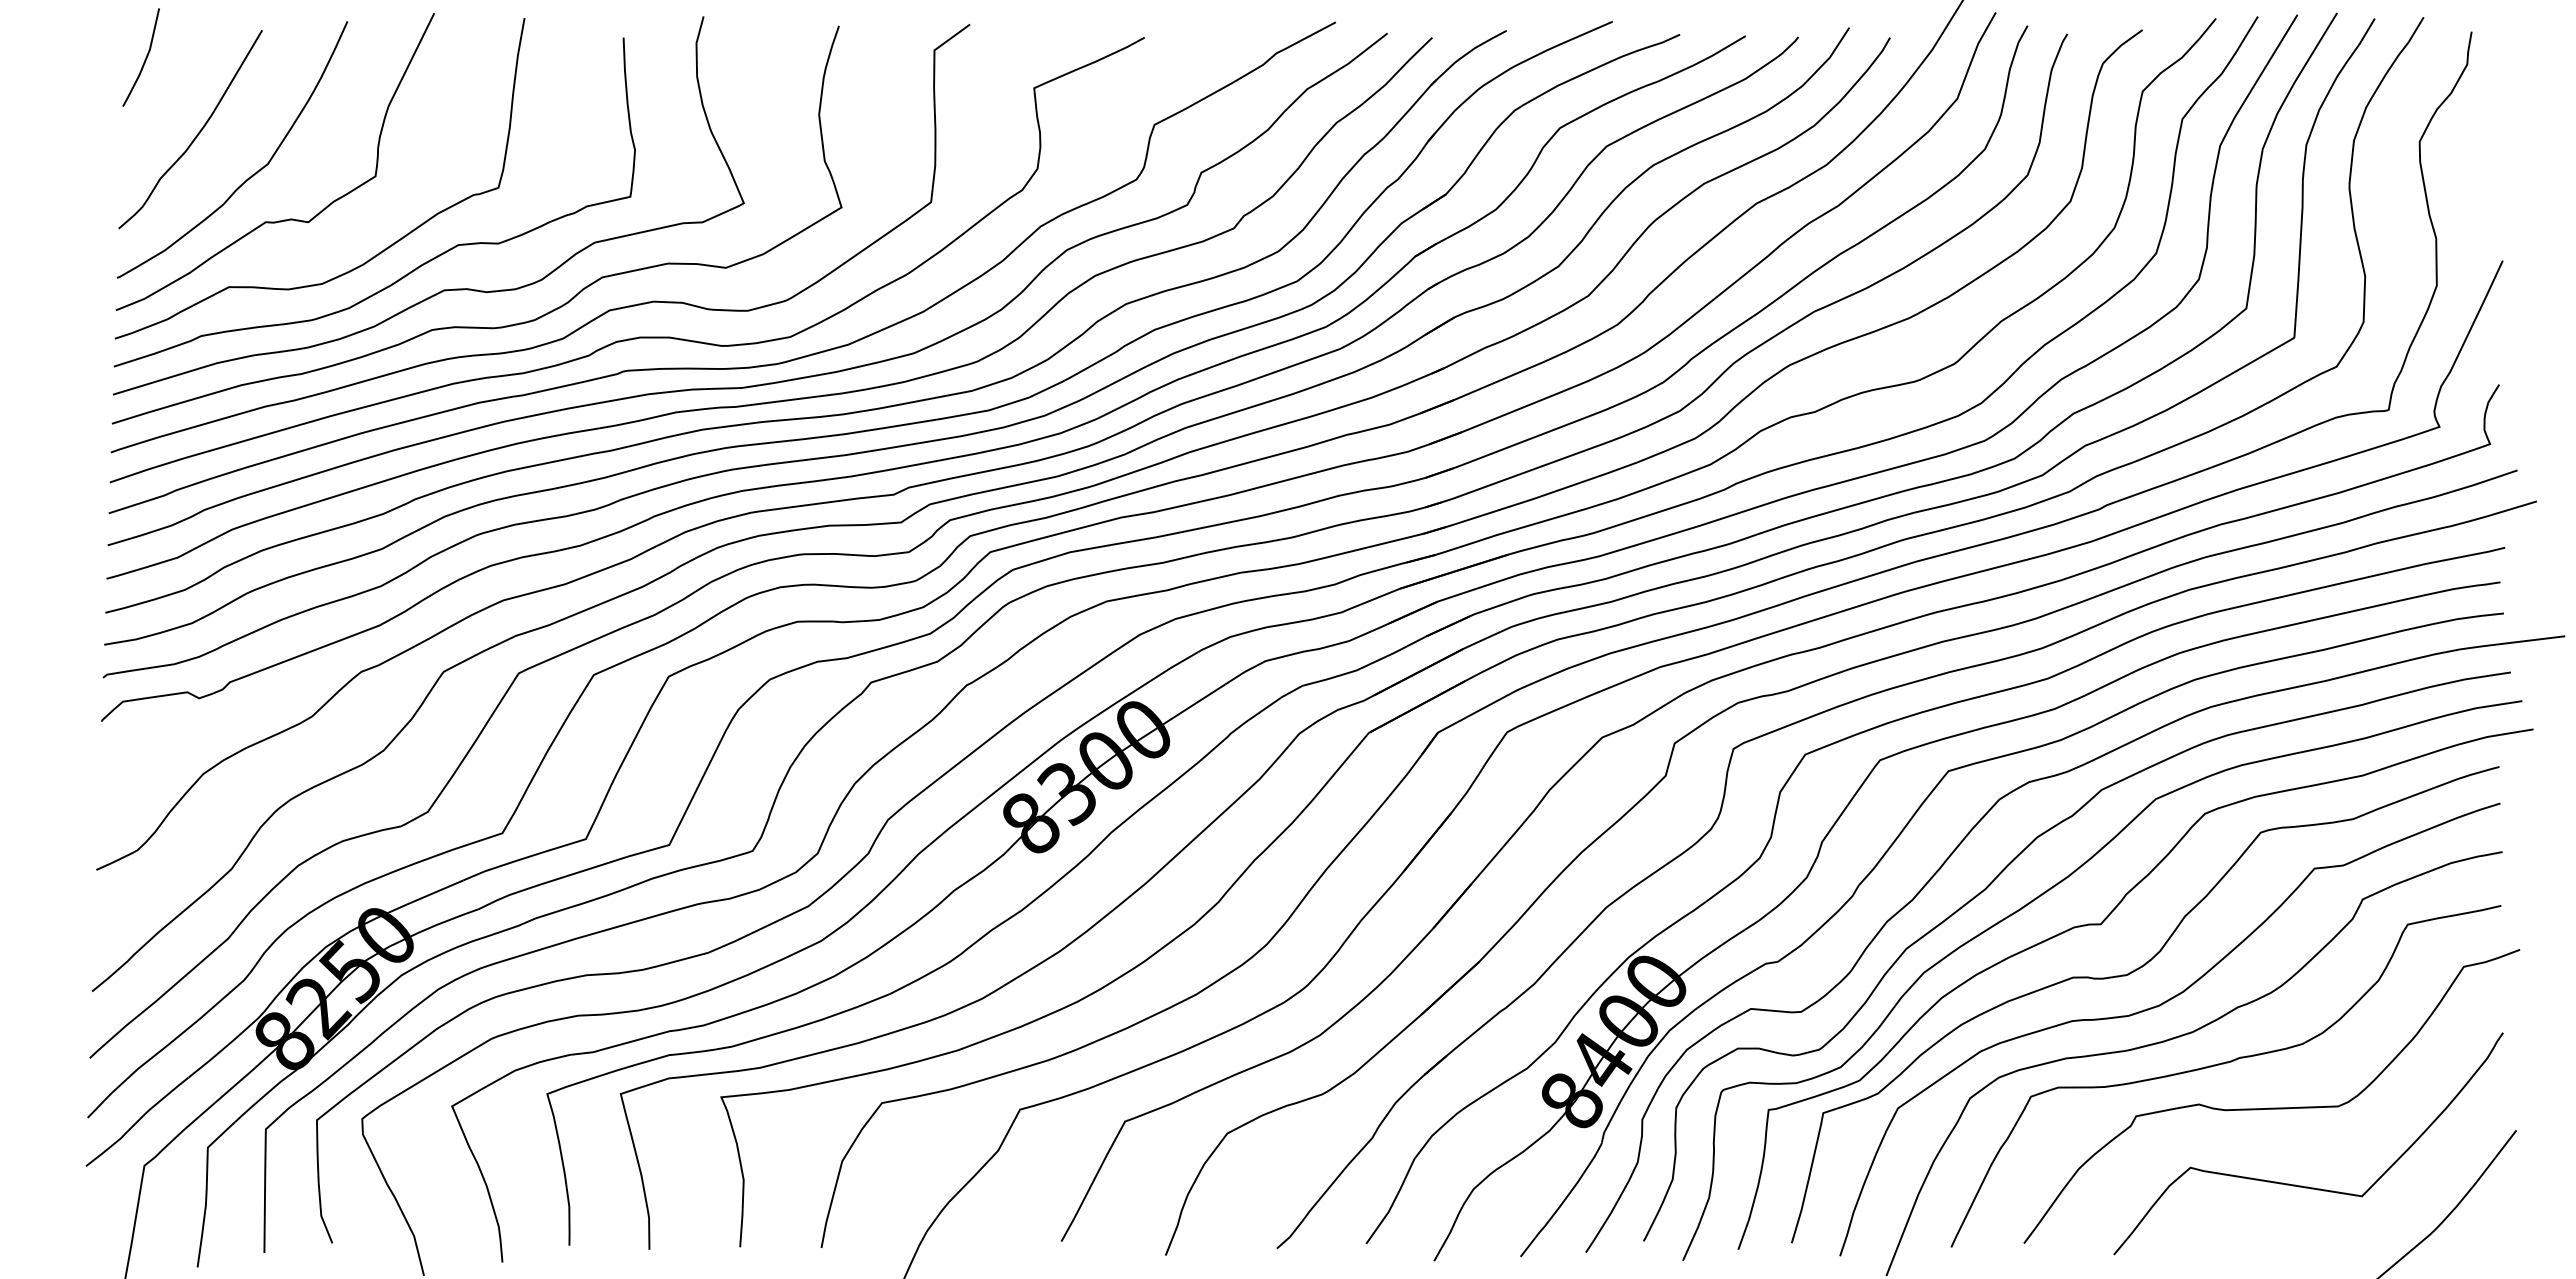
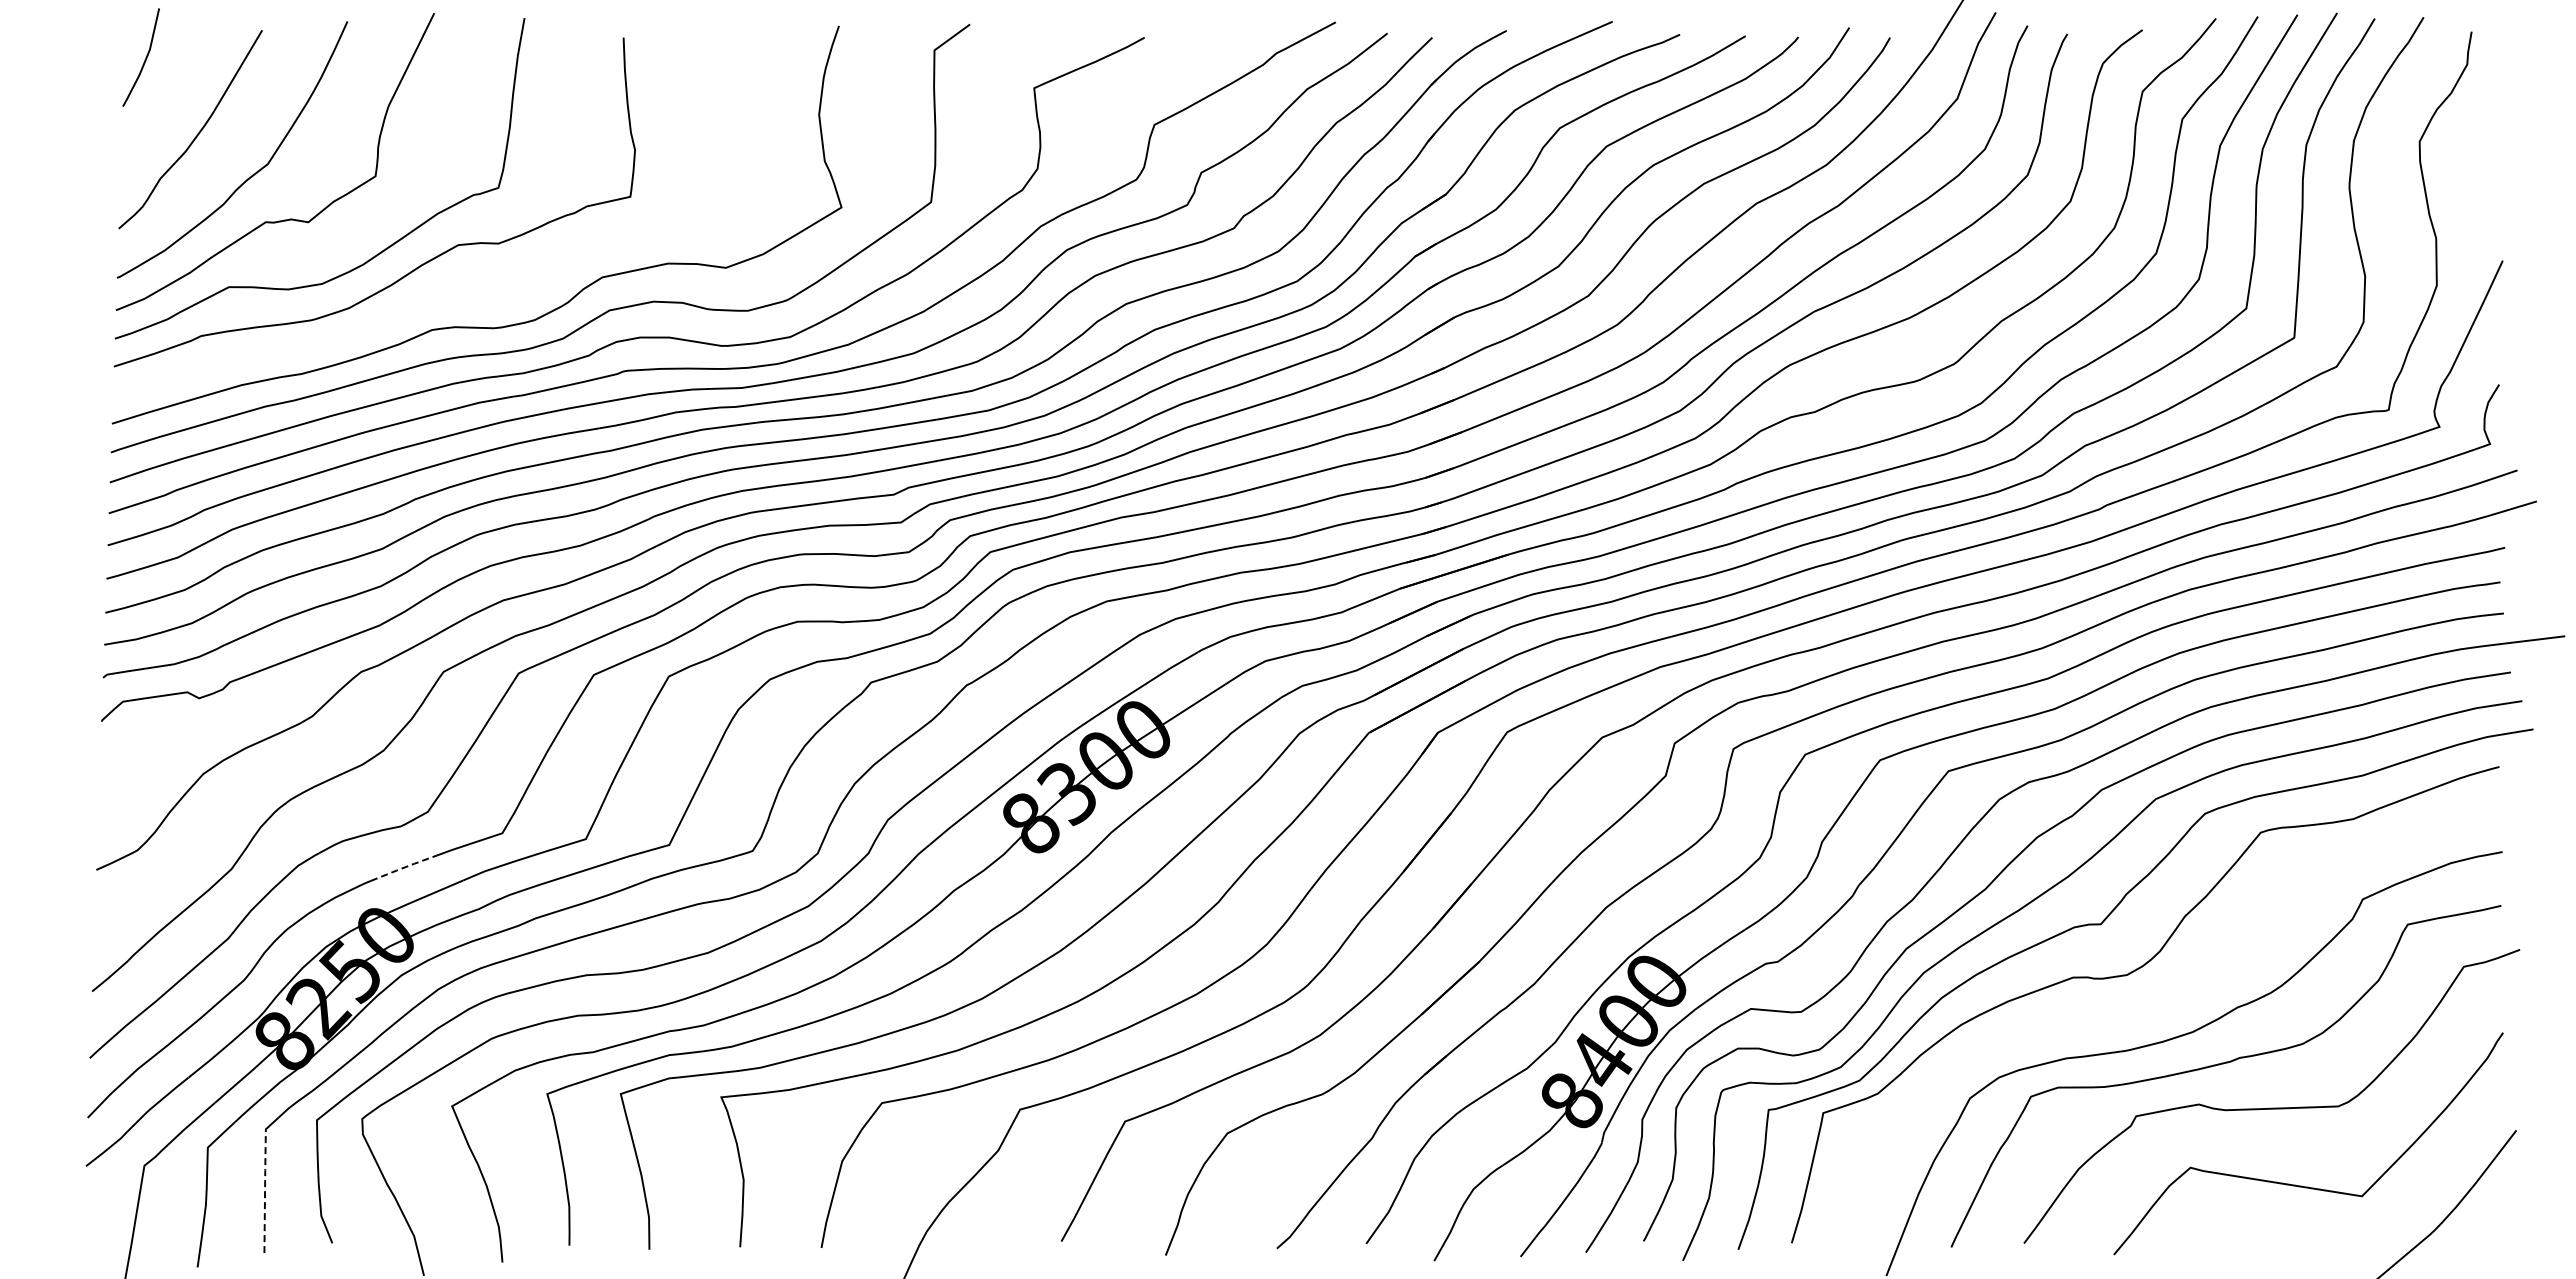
curve at (443, 289): present -> none
line at (404, 867): solid -> dashed
curve at (2157, 1007): present -> none
line at (265, 1191): solid -> dashed
